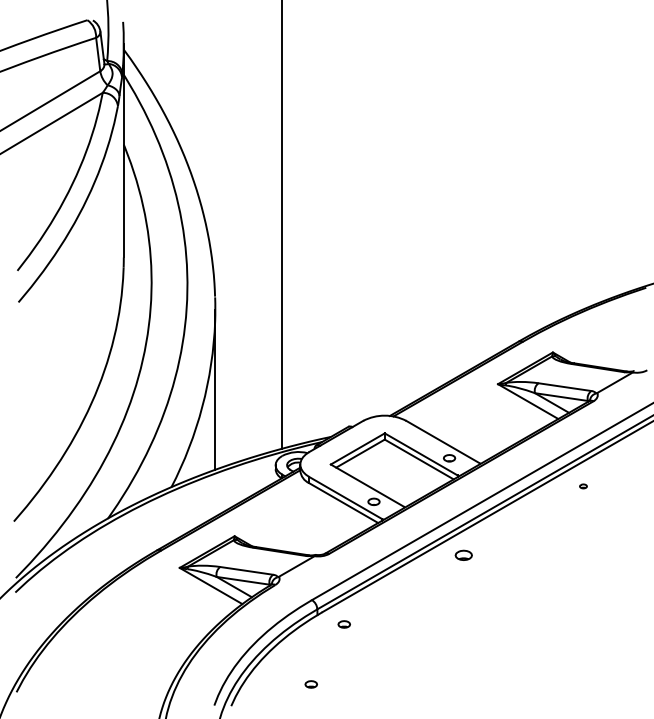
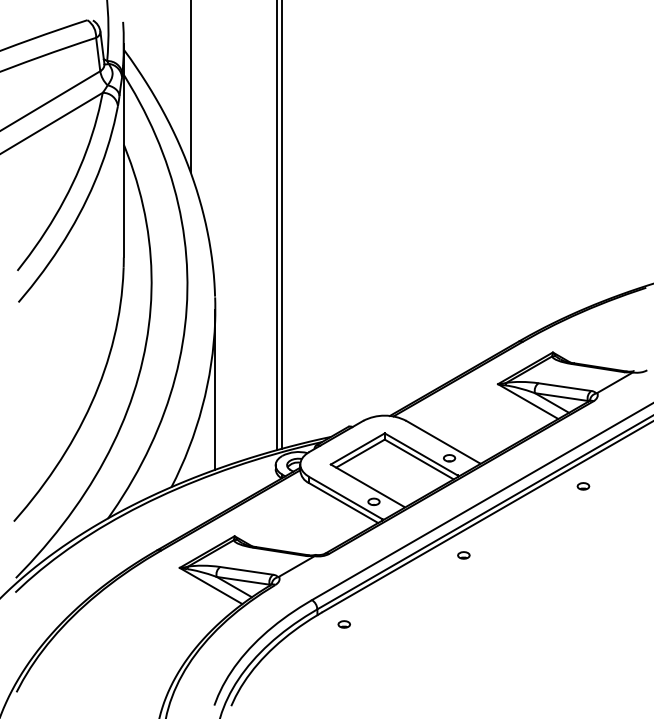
line at (190, 87): none -> present
line at (276, 226): none -> present
part at (583, 486) size: 9x7 px -> 15x9 px
part at (463, 554) size: 19x12 px -> 14x9 px
part at (310, 684): present -> none
